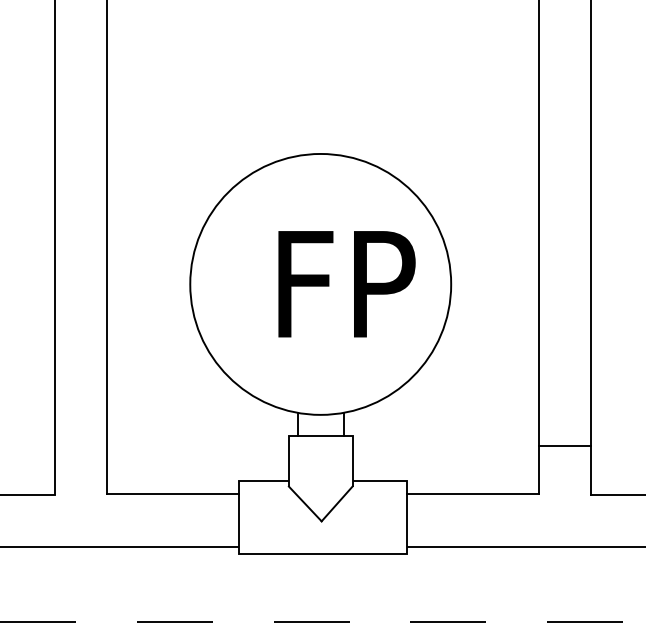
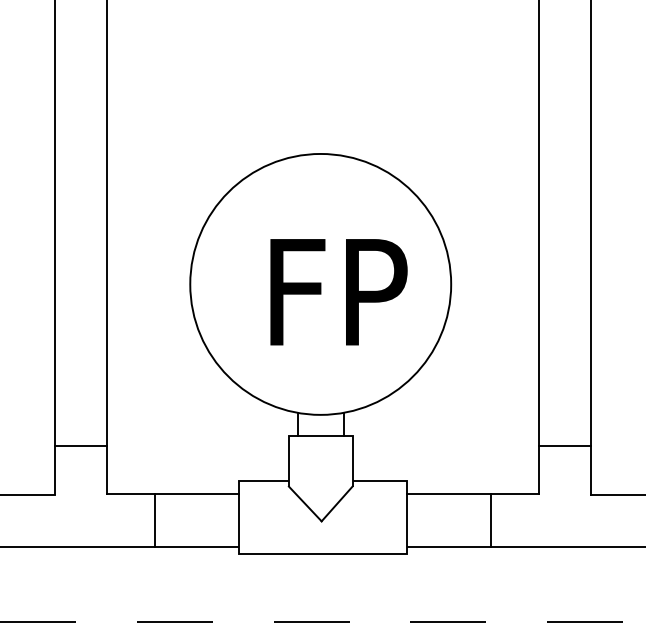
text at (346, 284) position: (346, 284) -> (338, 292)
line at (81, 446): none -> present
line at (154, 519): none -> present
line at (491, 519): none -> present
